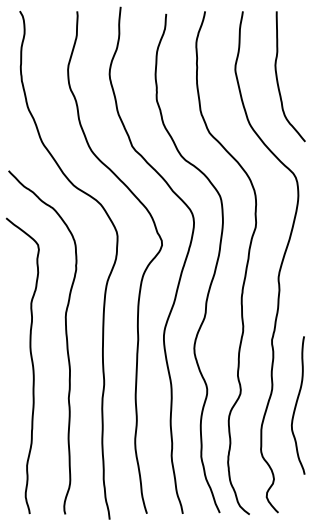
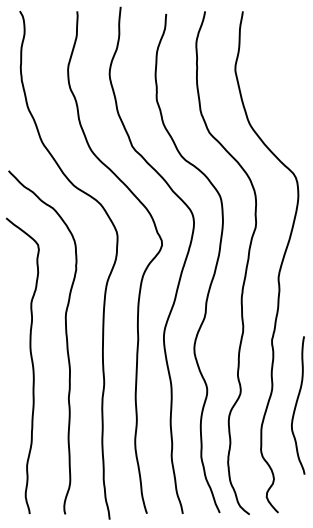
curve at (278, 80): present -> none
